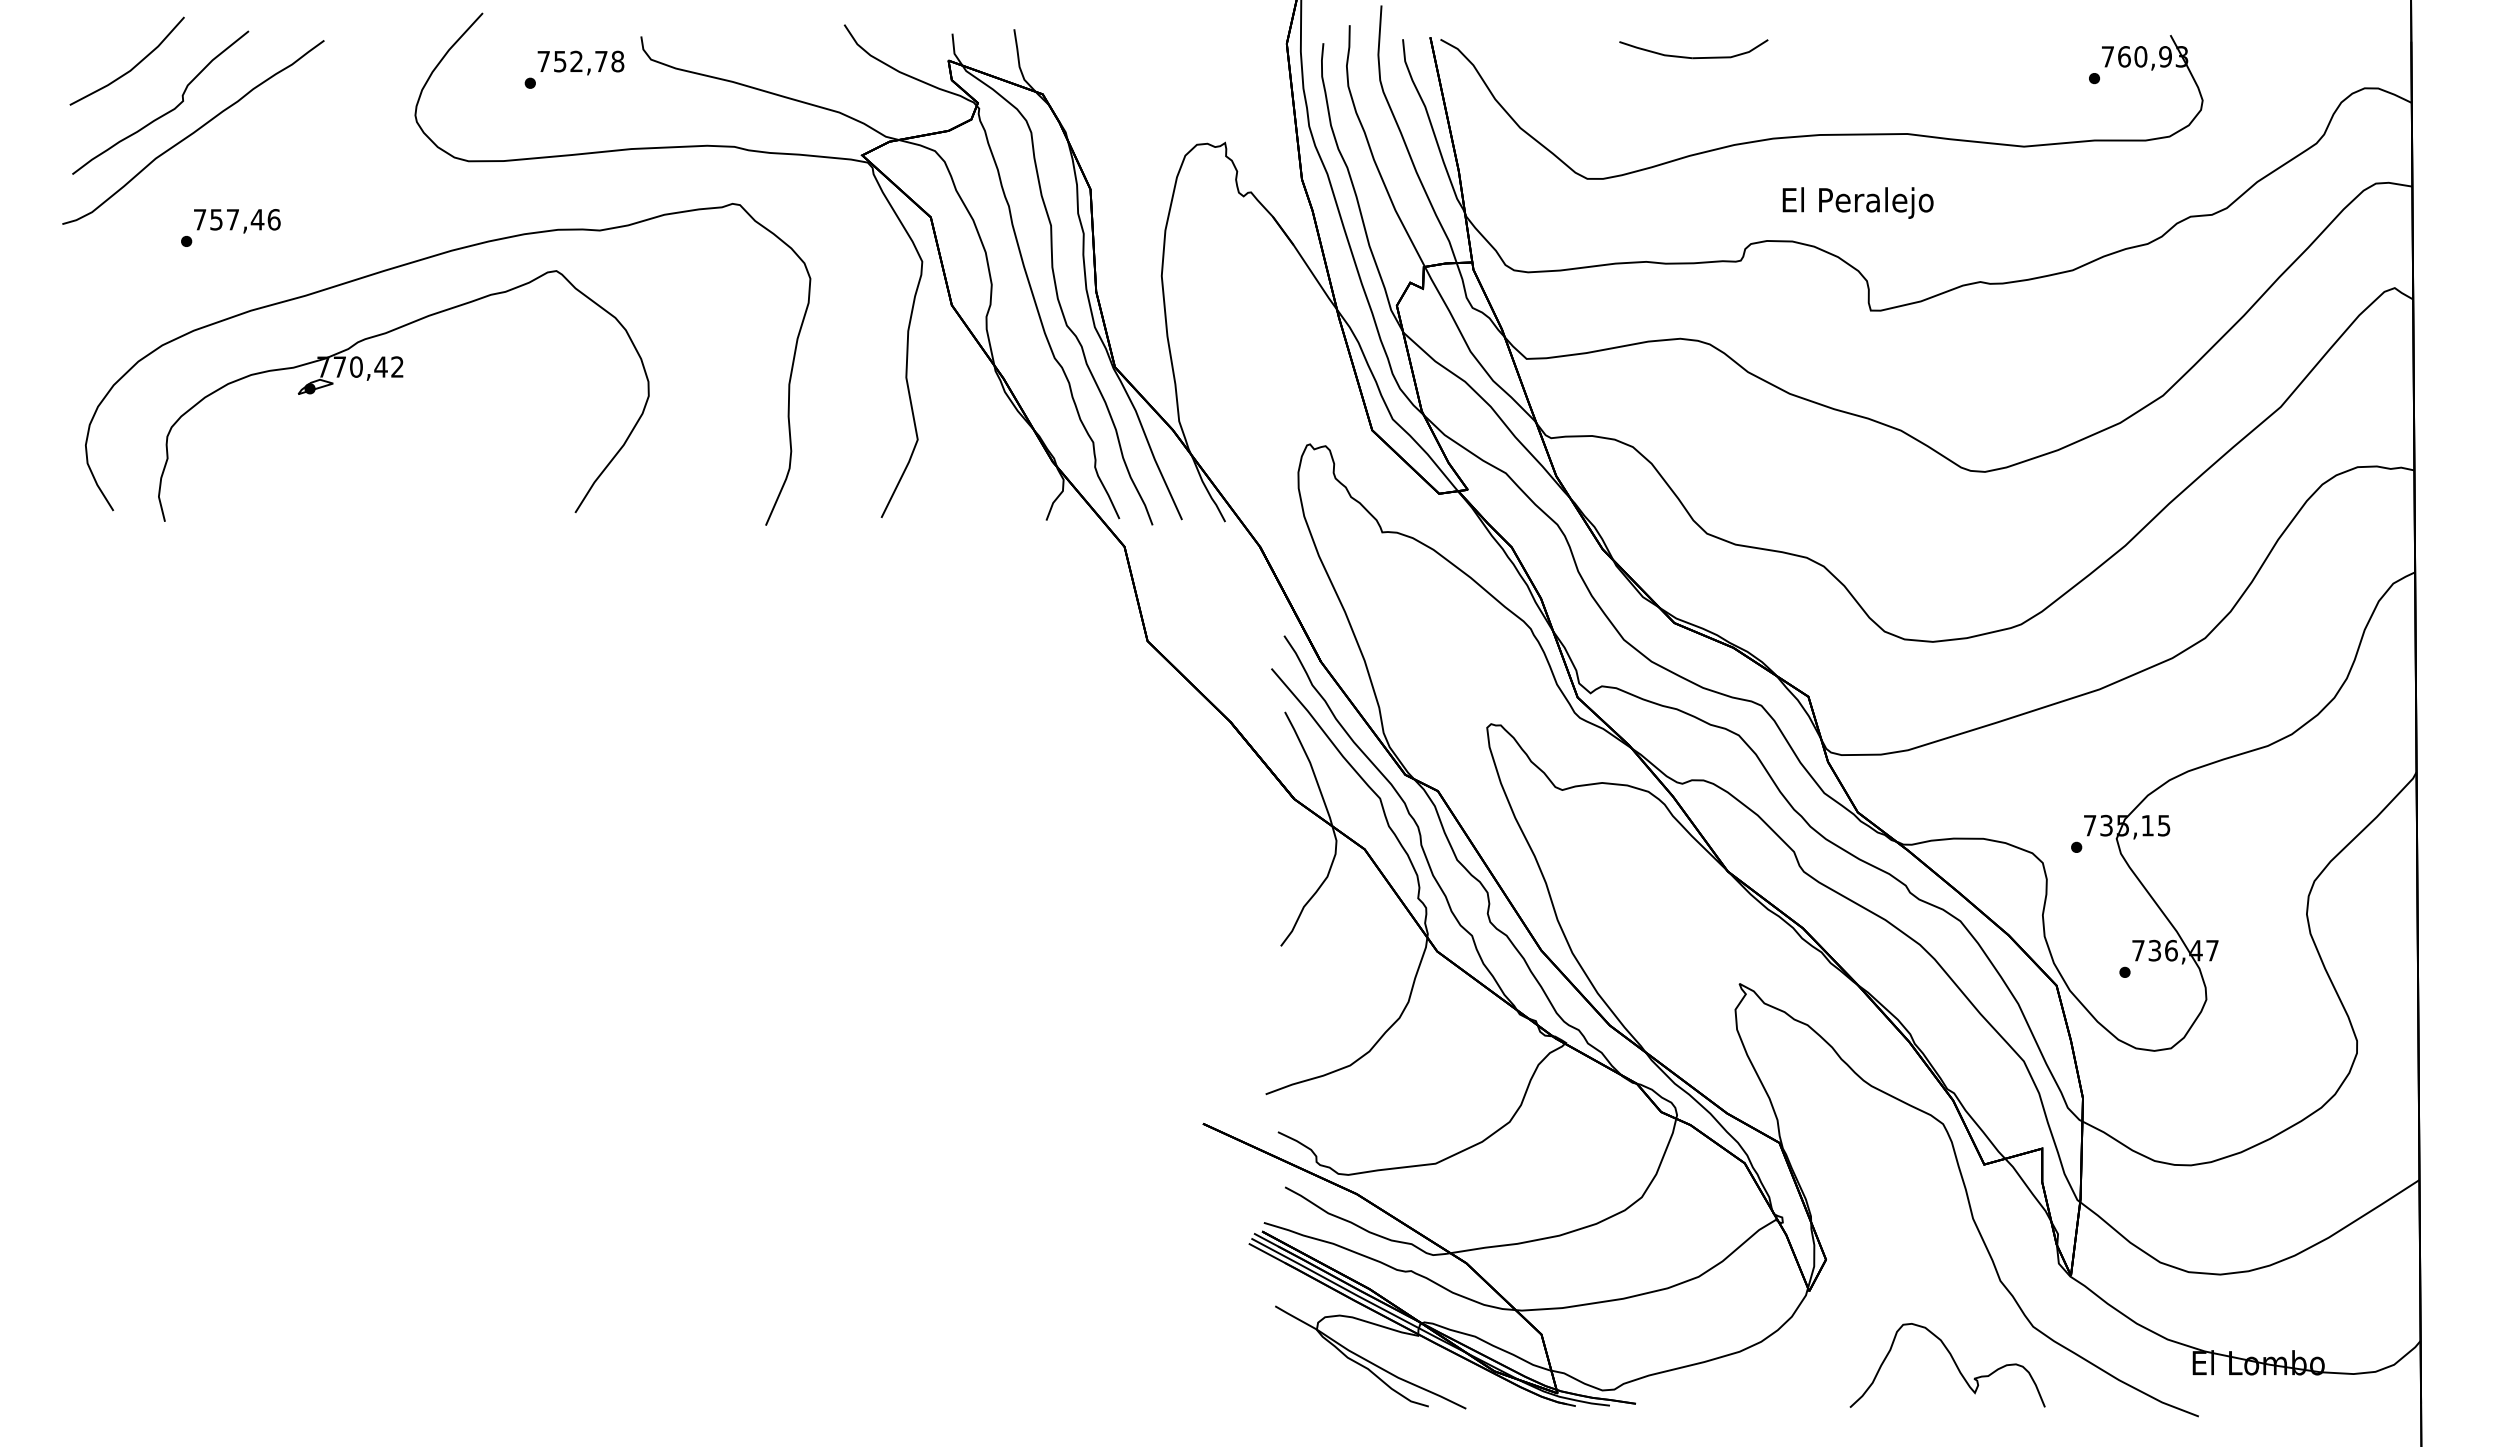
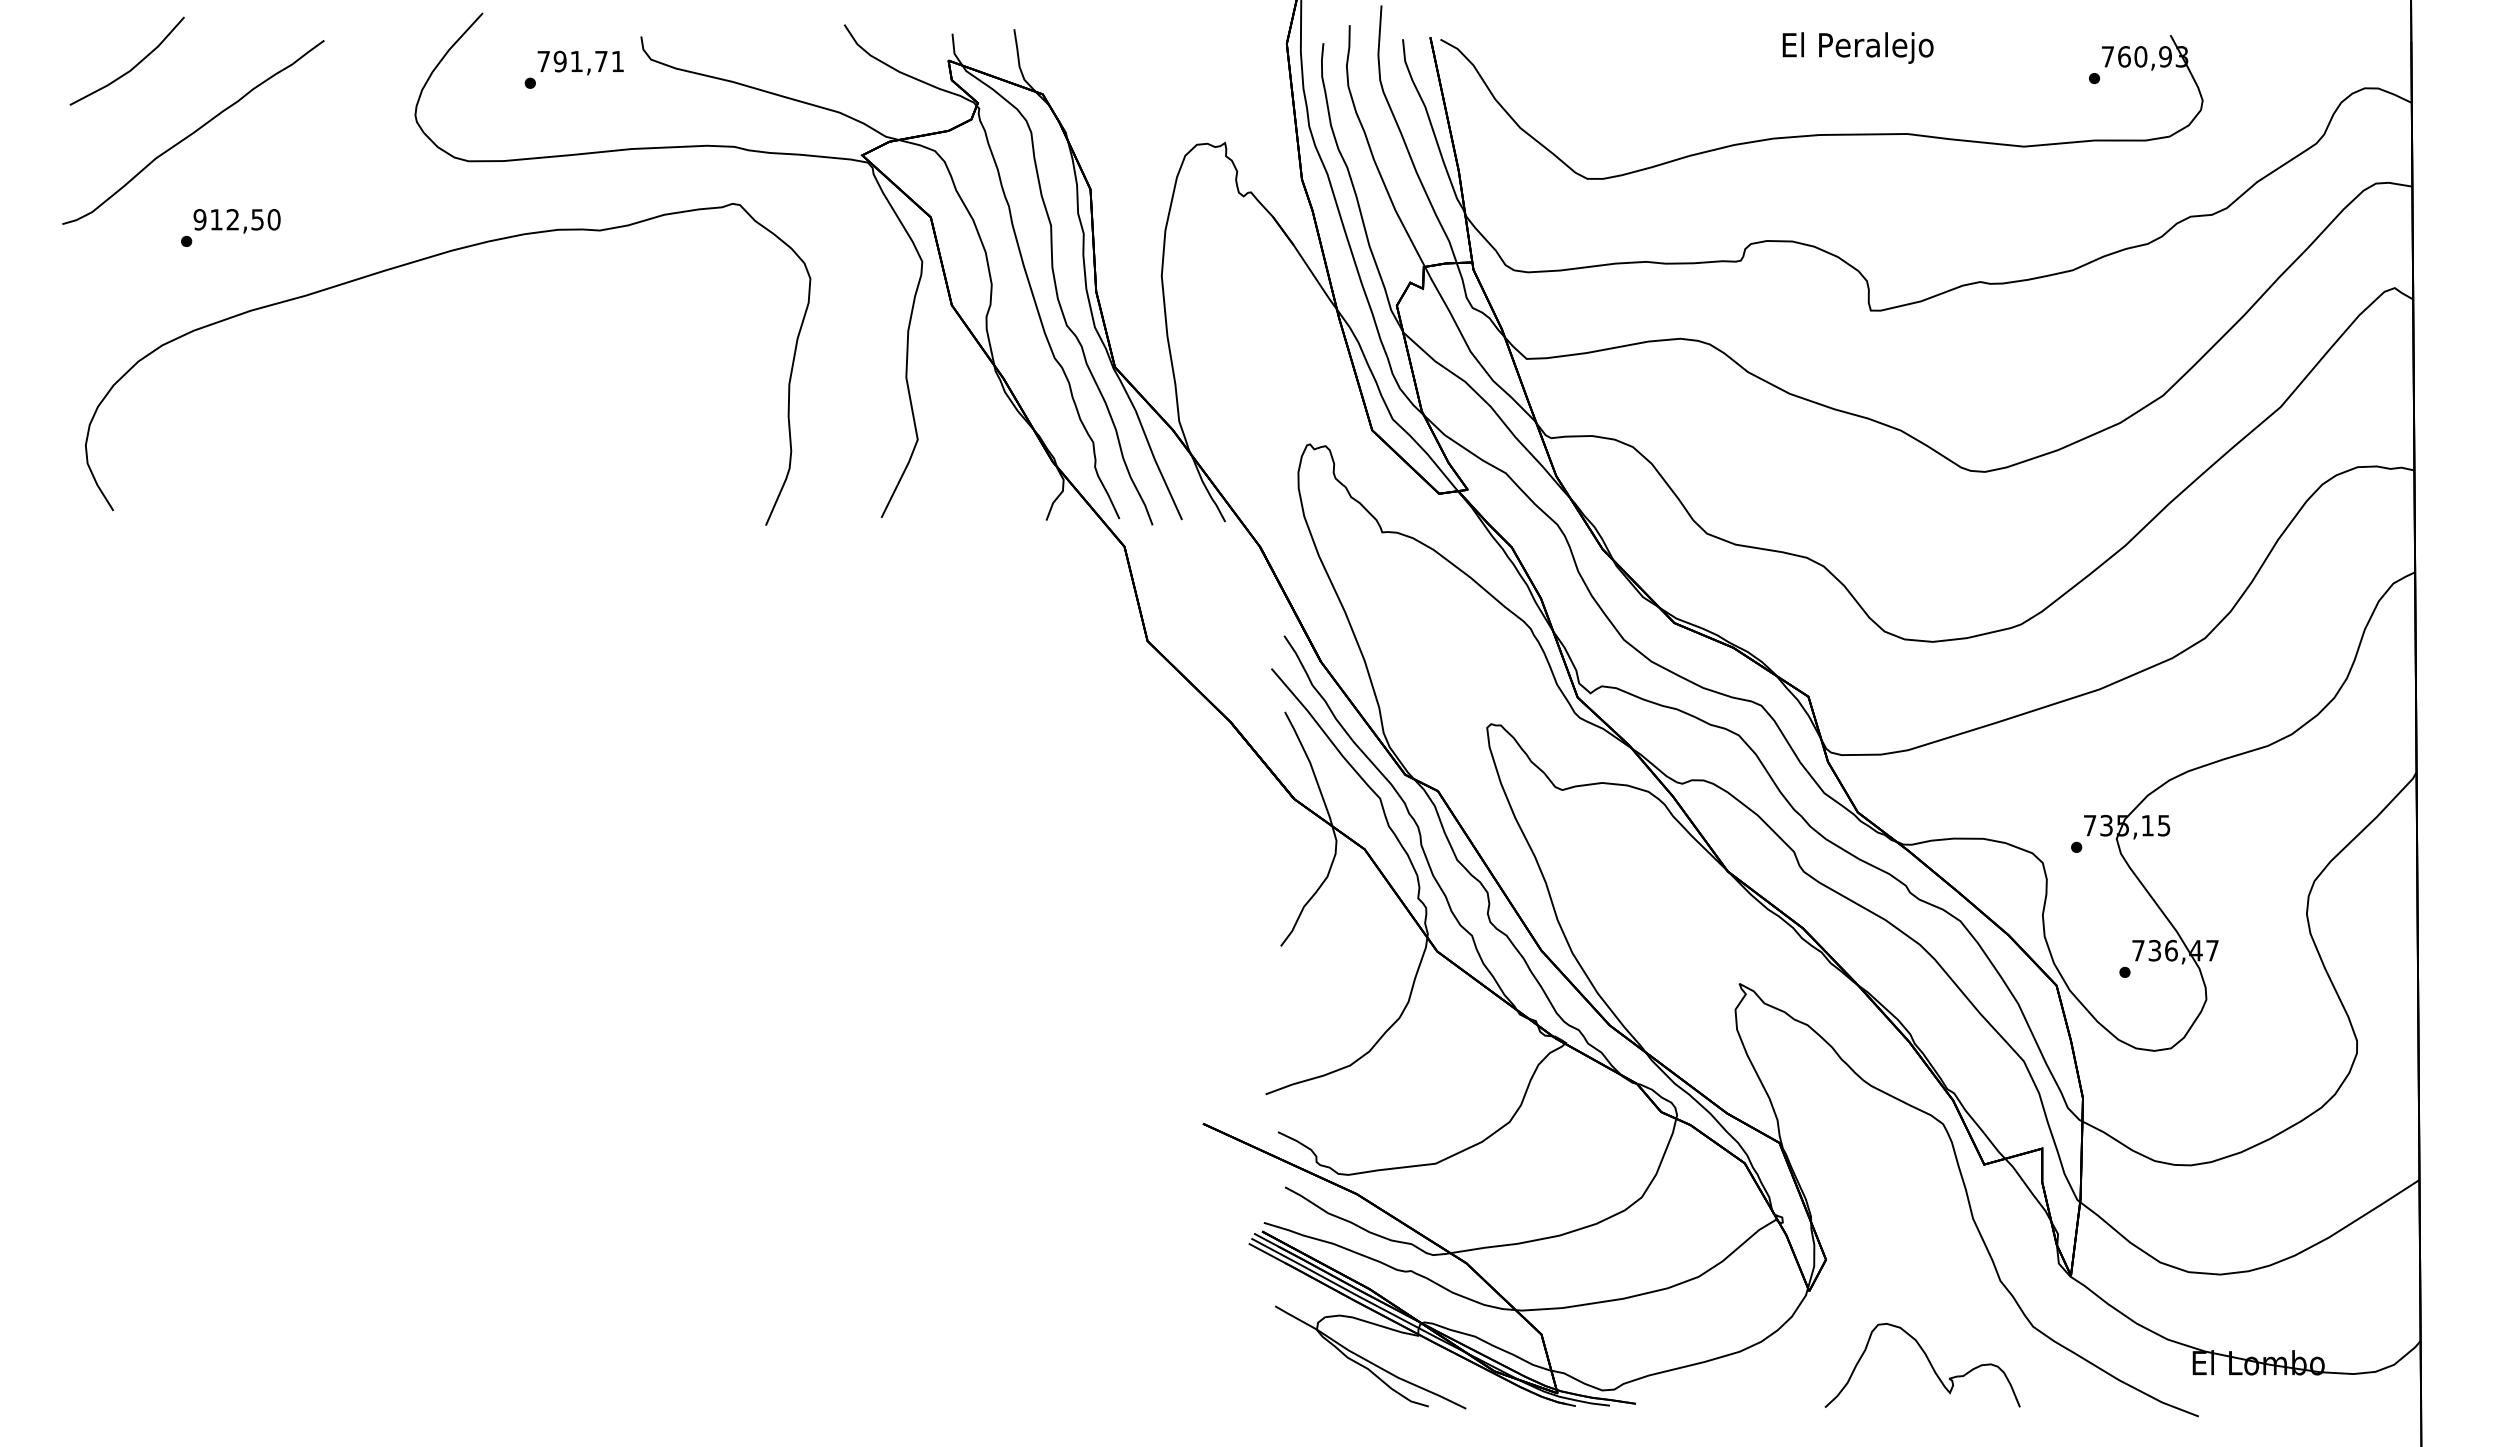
part at (1693, 57): present -> none
text at (588, 61): 752,78 -> 791,71
part at (166, 112): present -> none
text at (1857, 202) position: (1857, 202) -> (1857, 47)
text at (236, 219): 757,46 -> 912,50
part at (403, 377): present -> none
curve at (1953, 1362) position: (1953, 1362) -> (1928, 1362)
